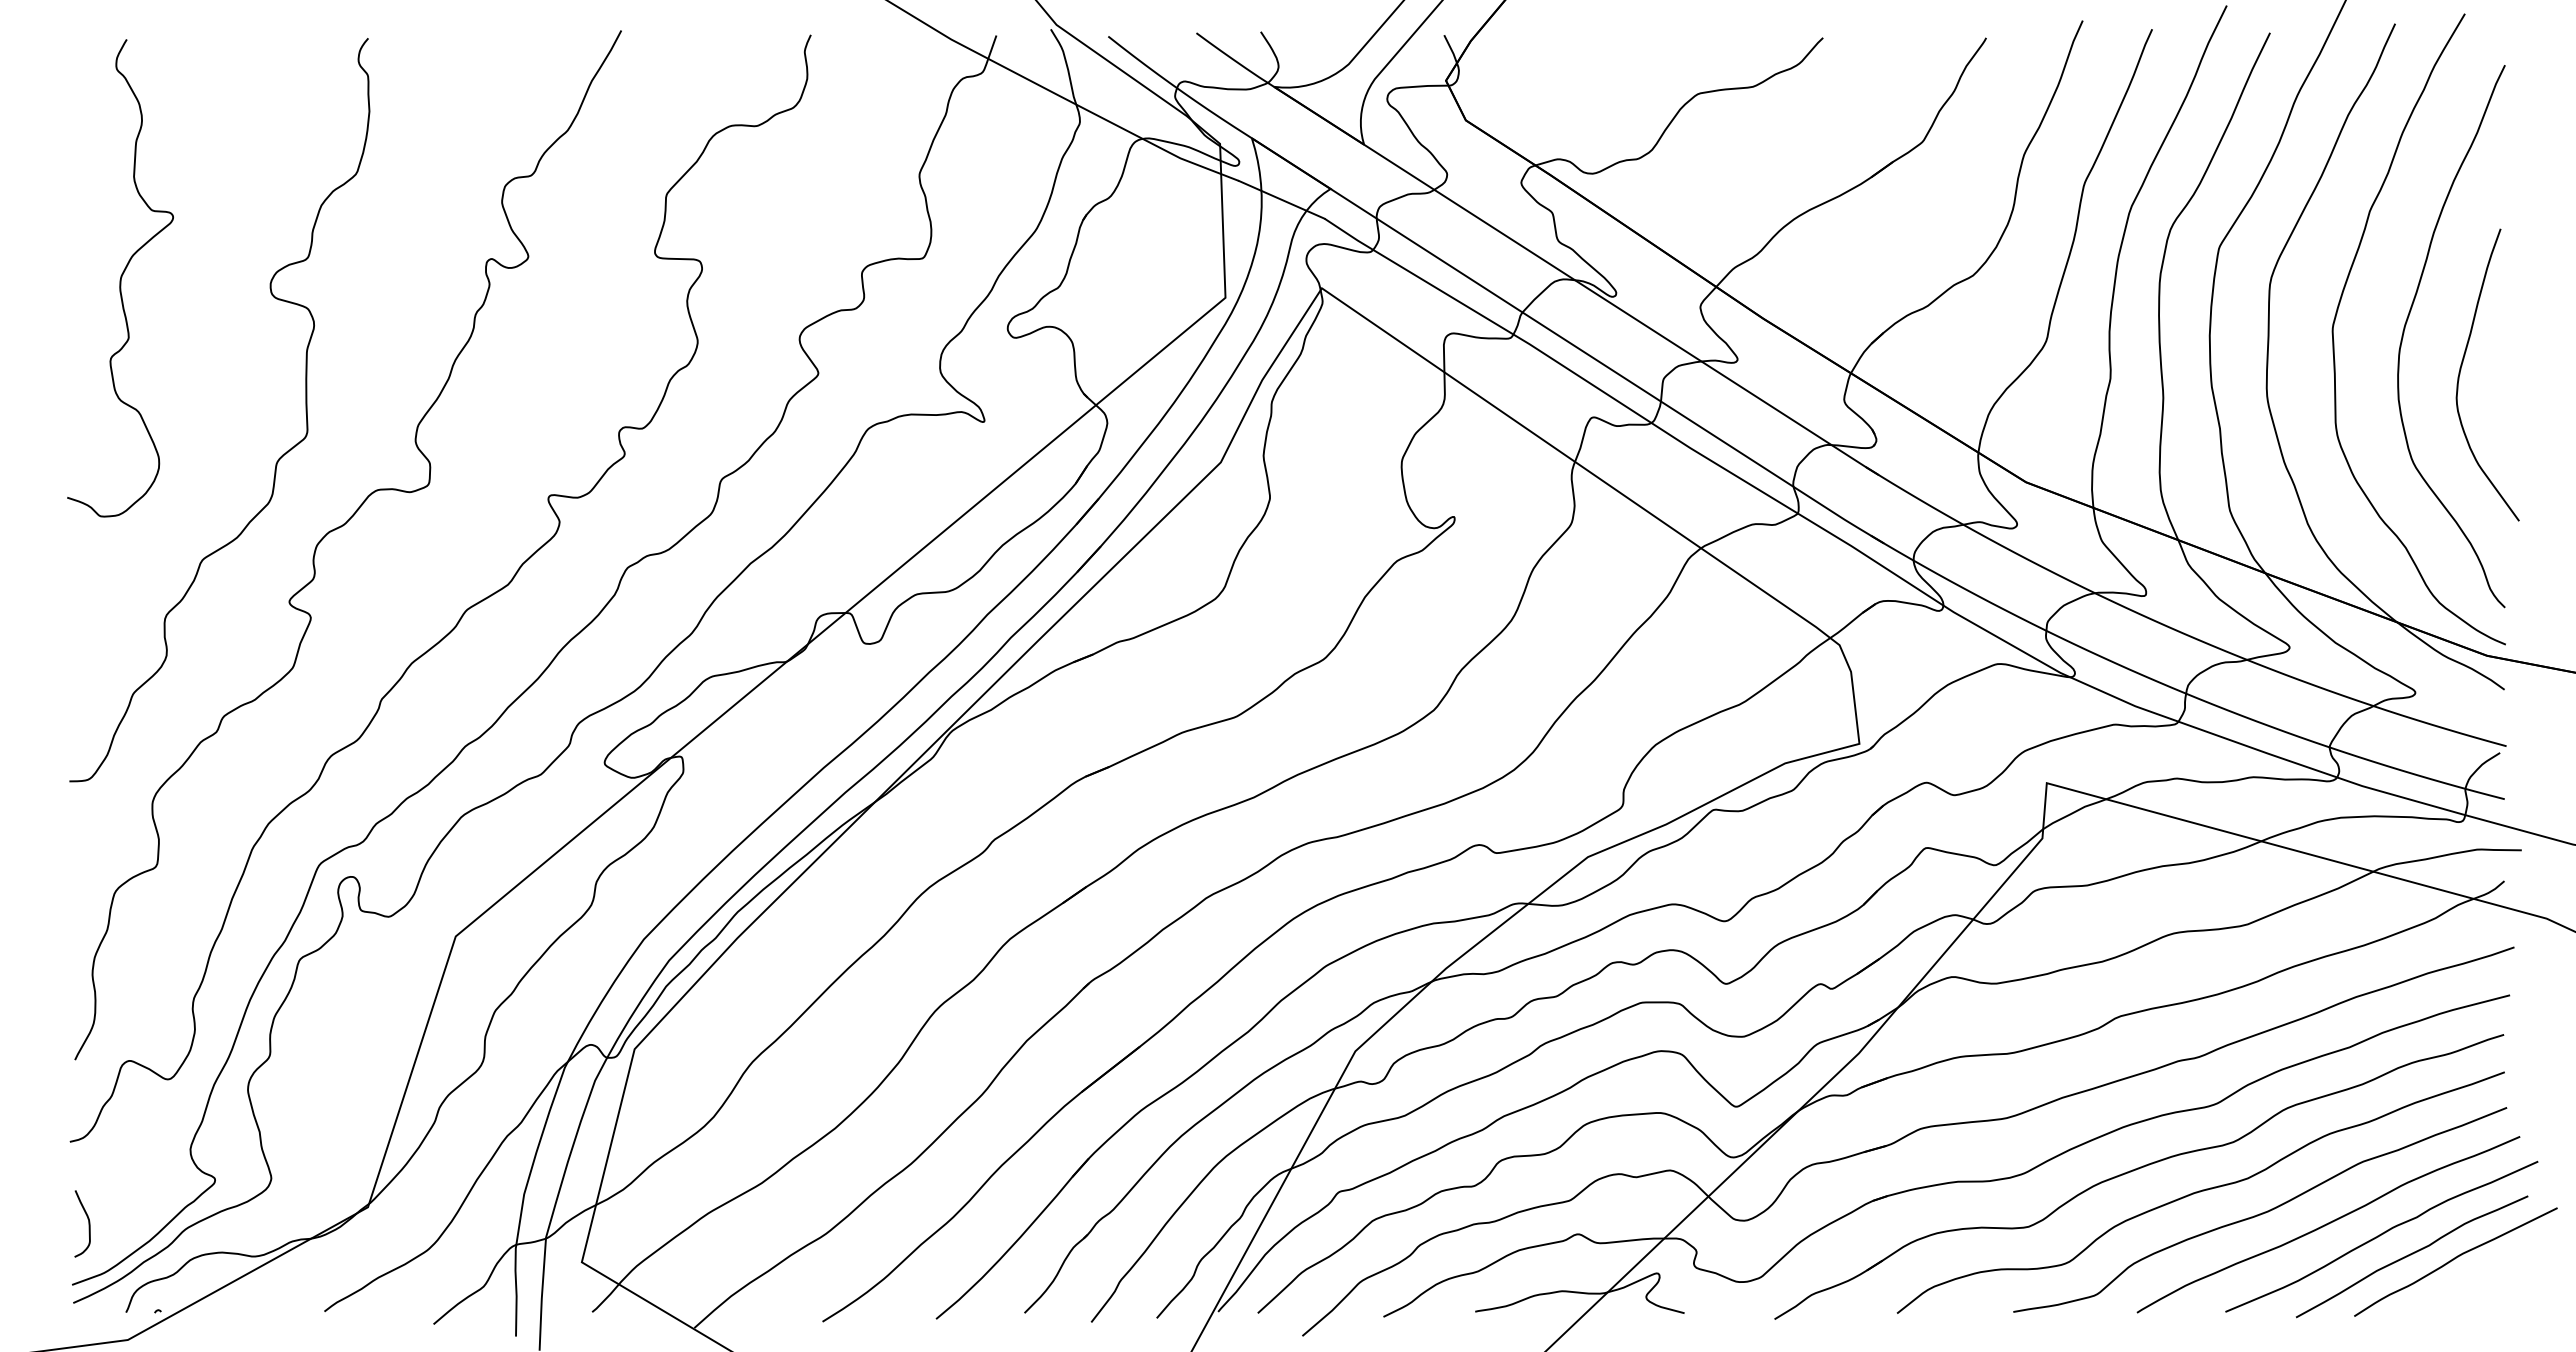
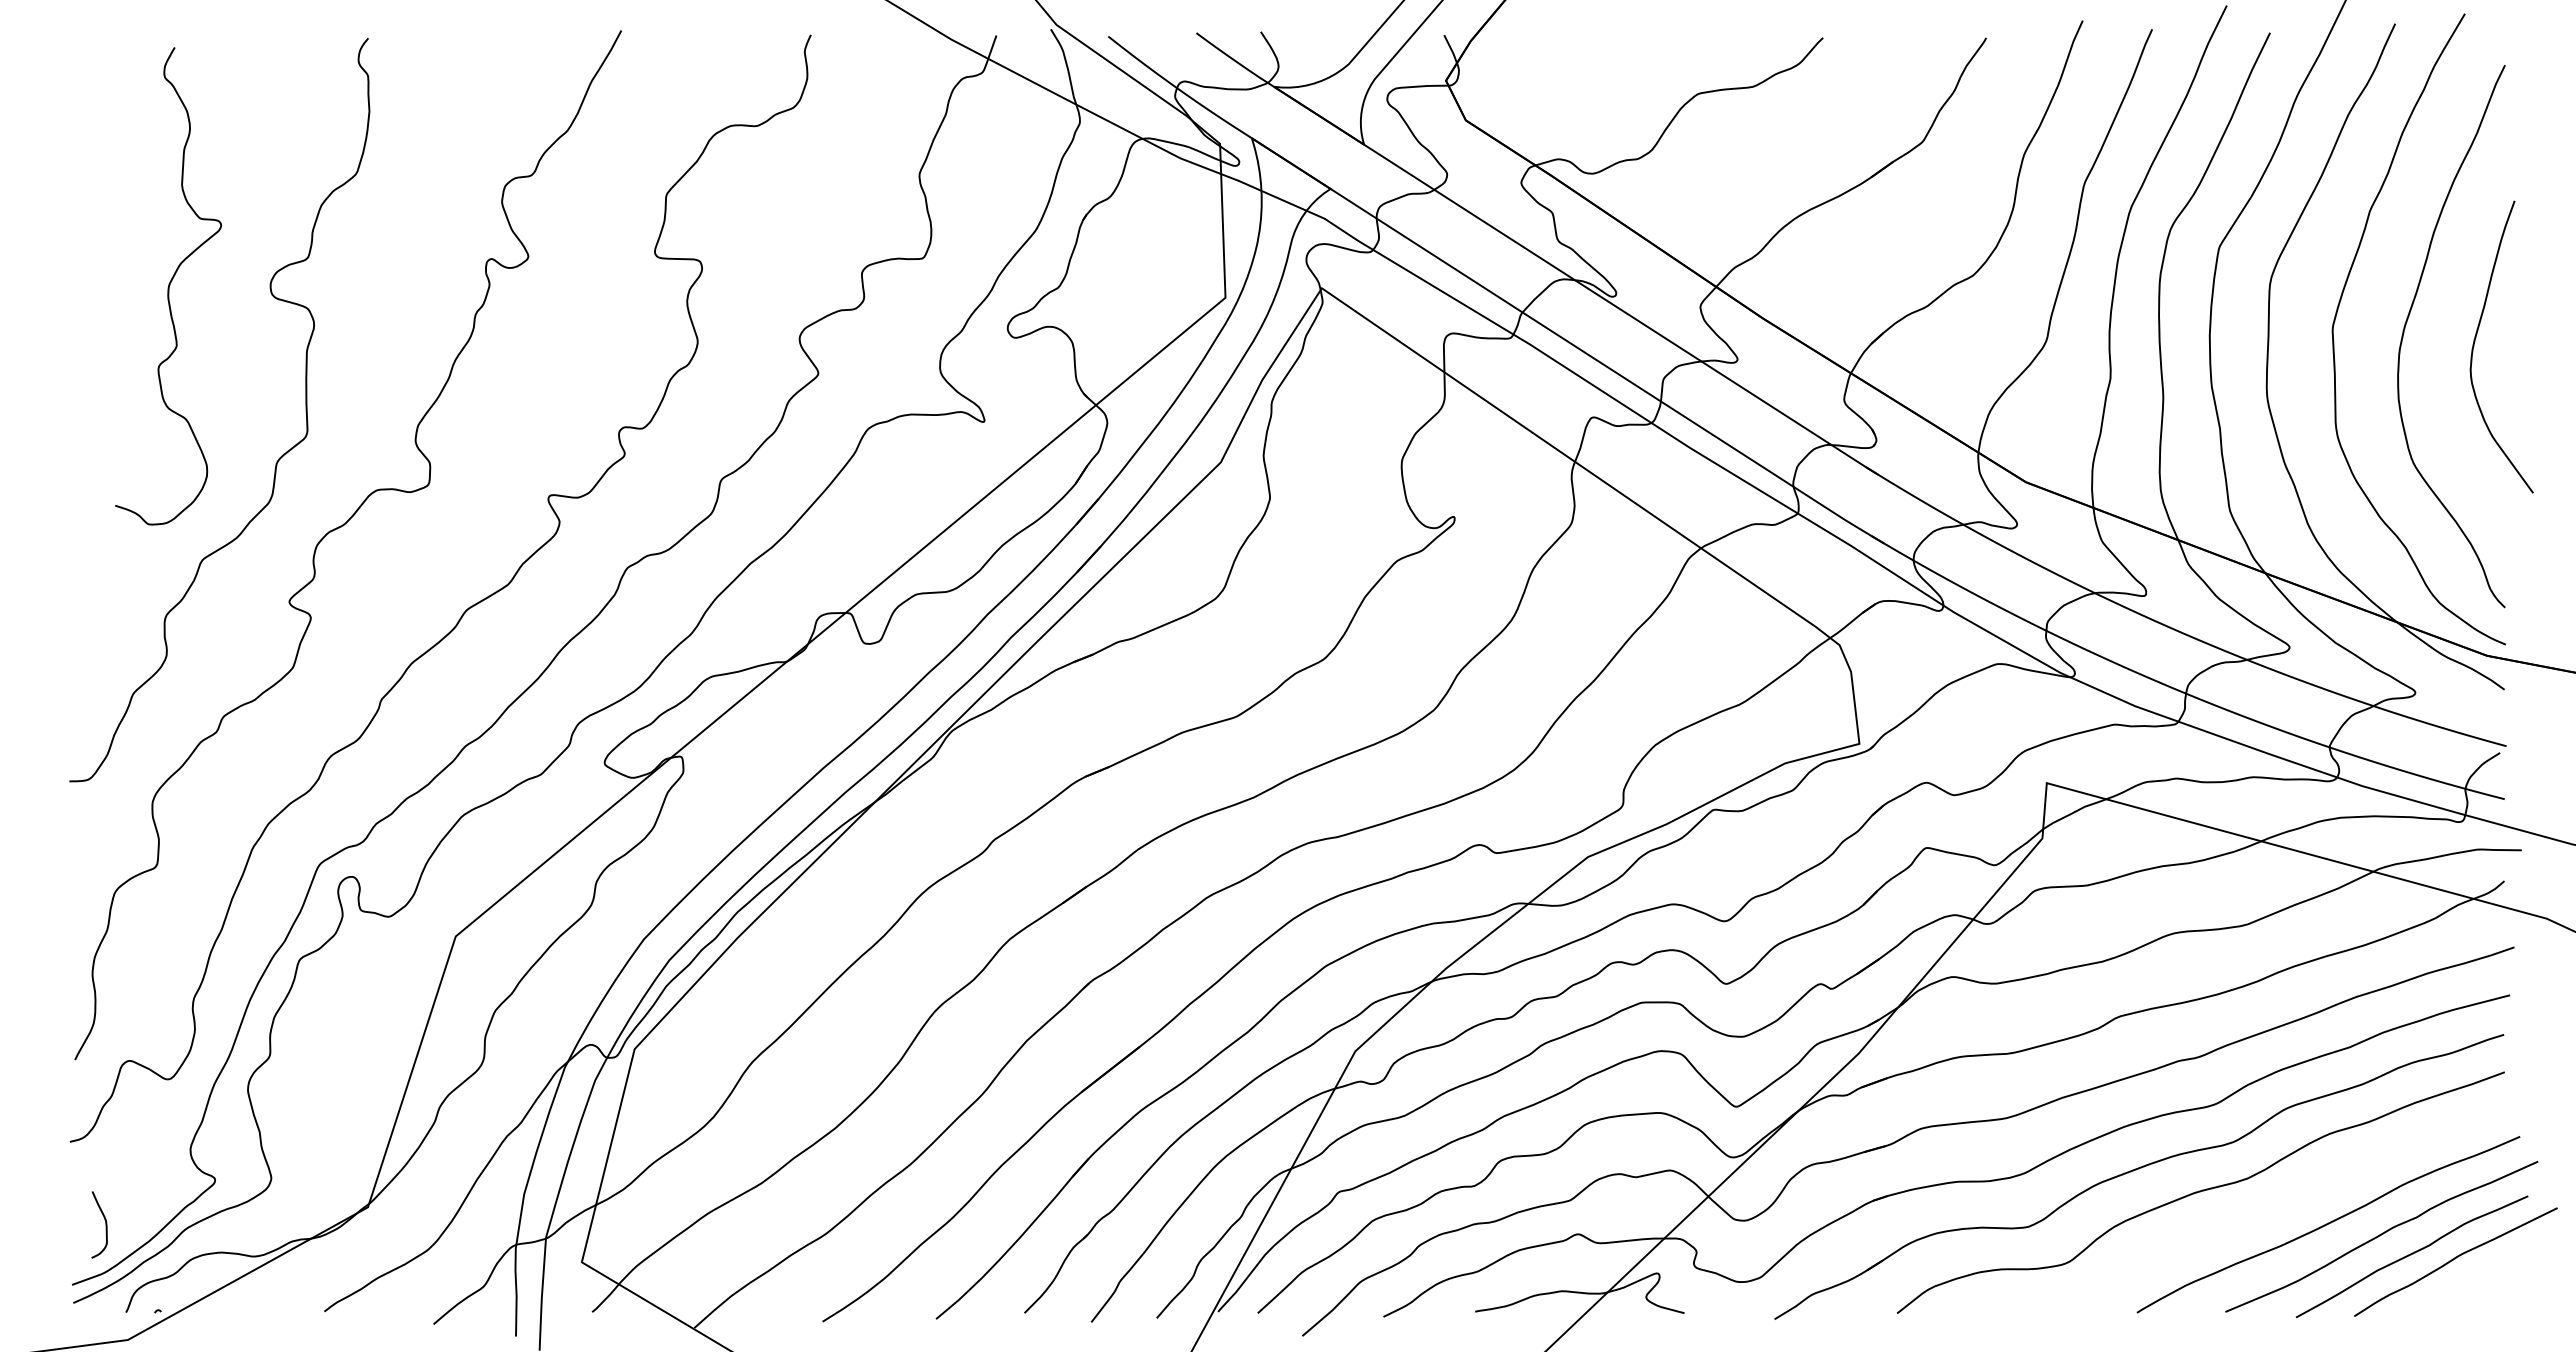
curve at (120, 278) position: (120, 278) -> (168, 286)
curve at (2461, 369) position: (2461, 369) -> (2475, 341)
curve at (2262, 1212): present -> none
curve at (88, 1223) position: (88, 1223) -> (105, 1224)
